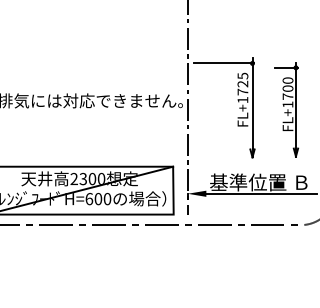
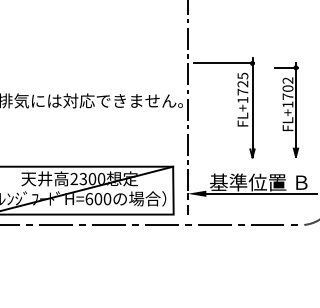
text at (287, 80): FL+1700 -> FL+1702
